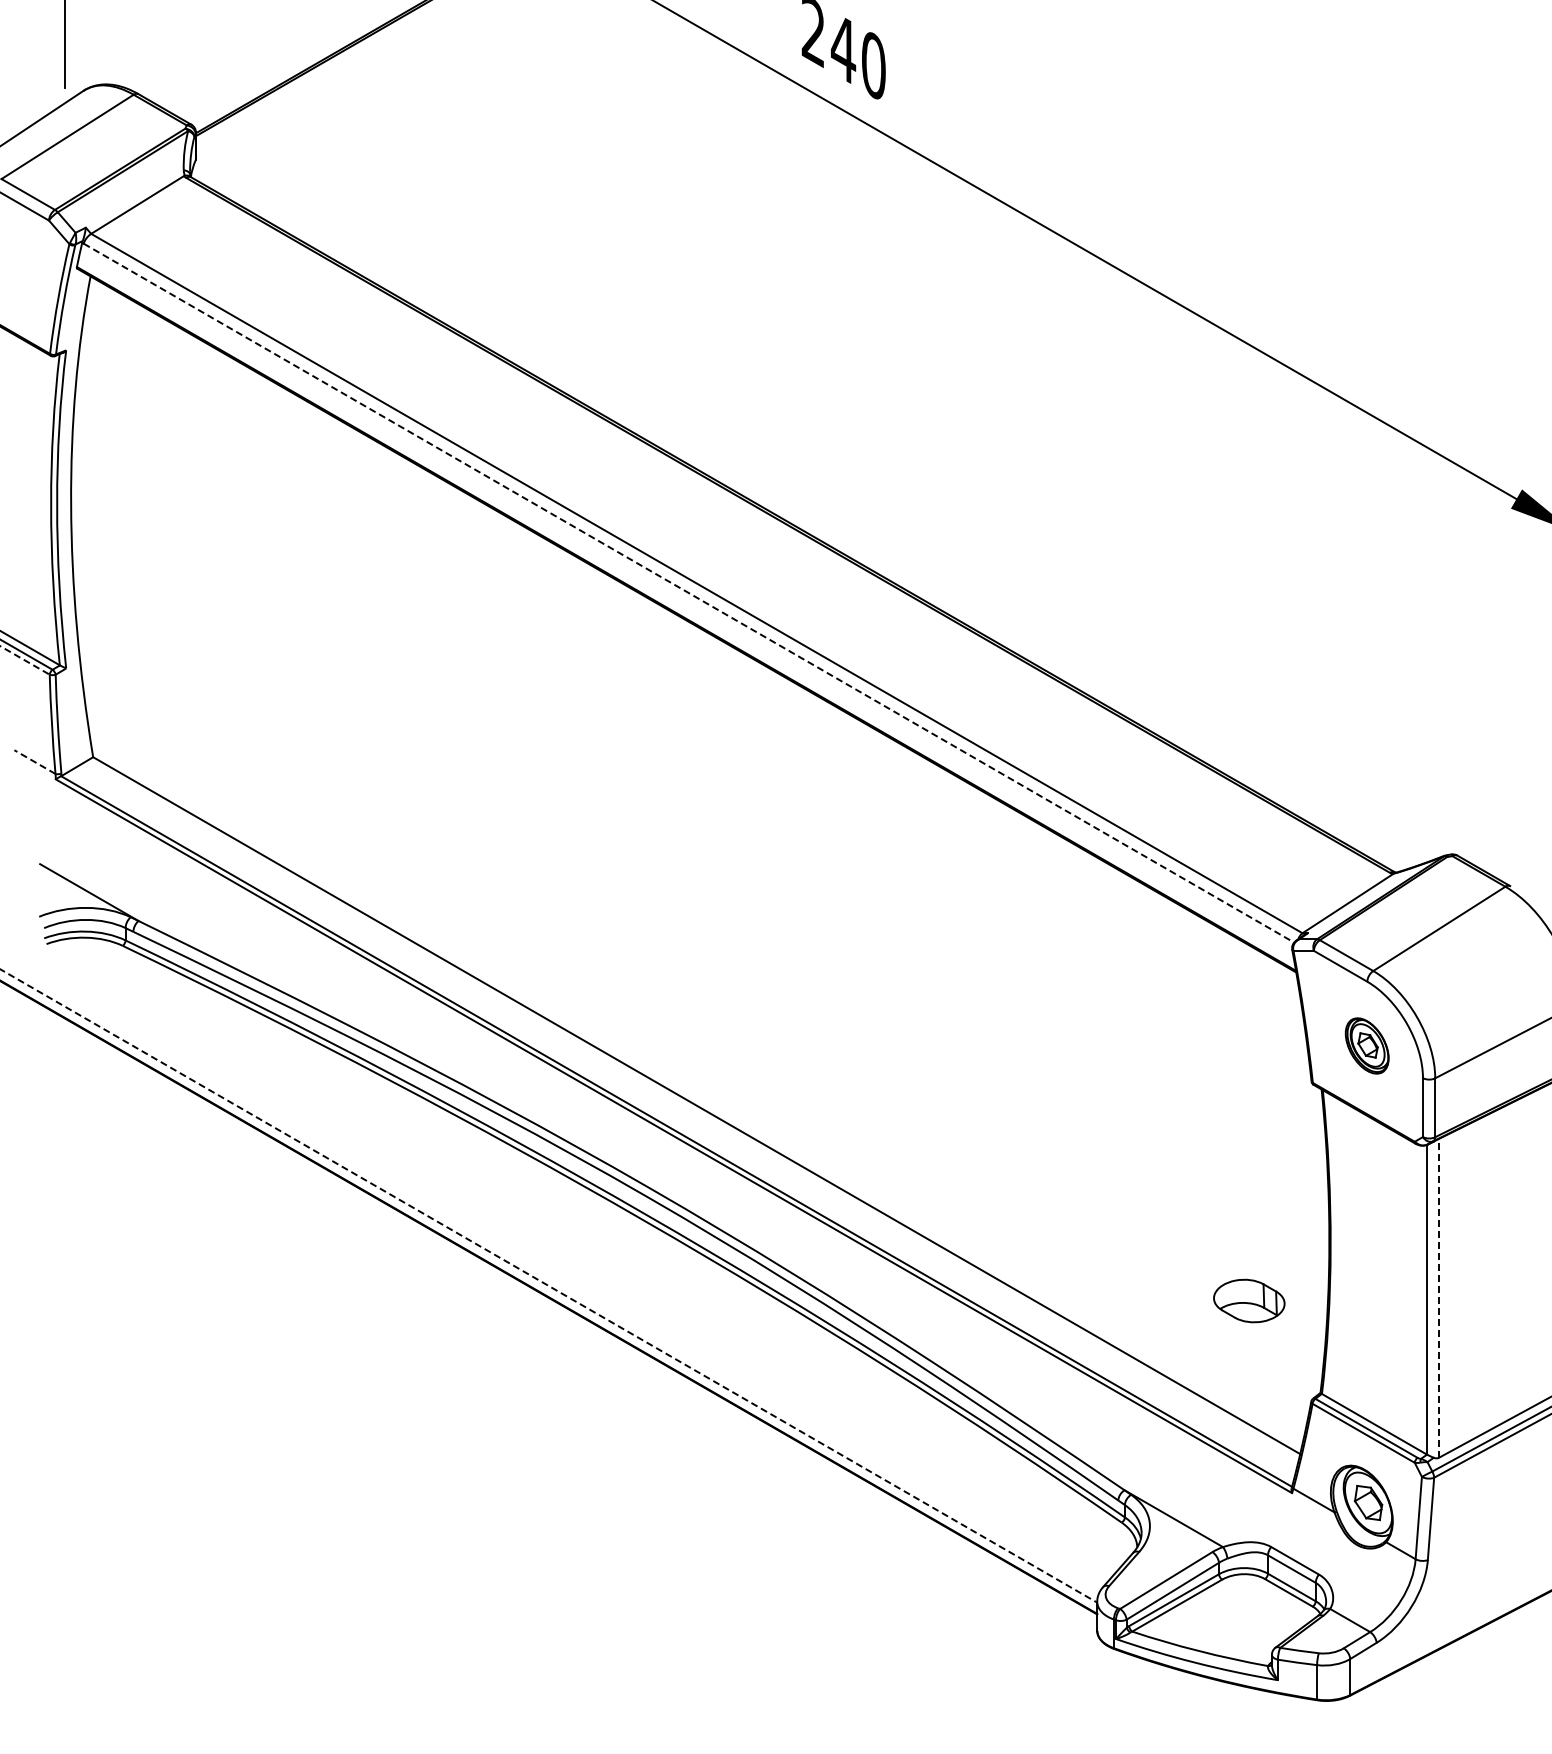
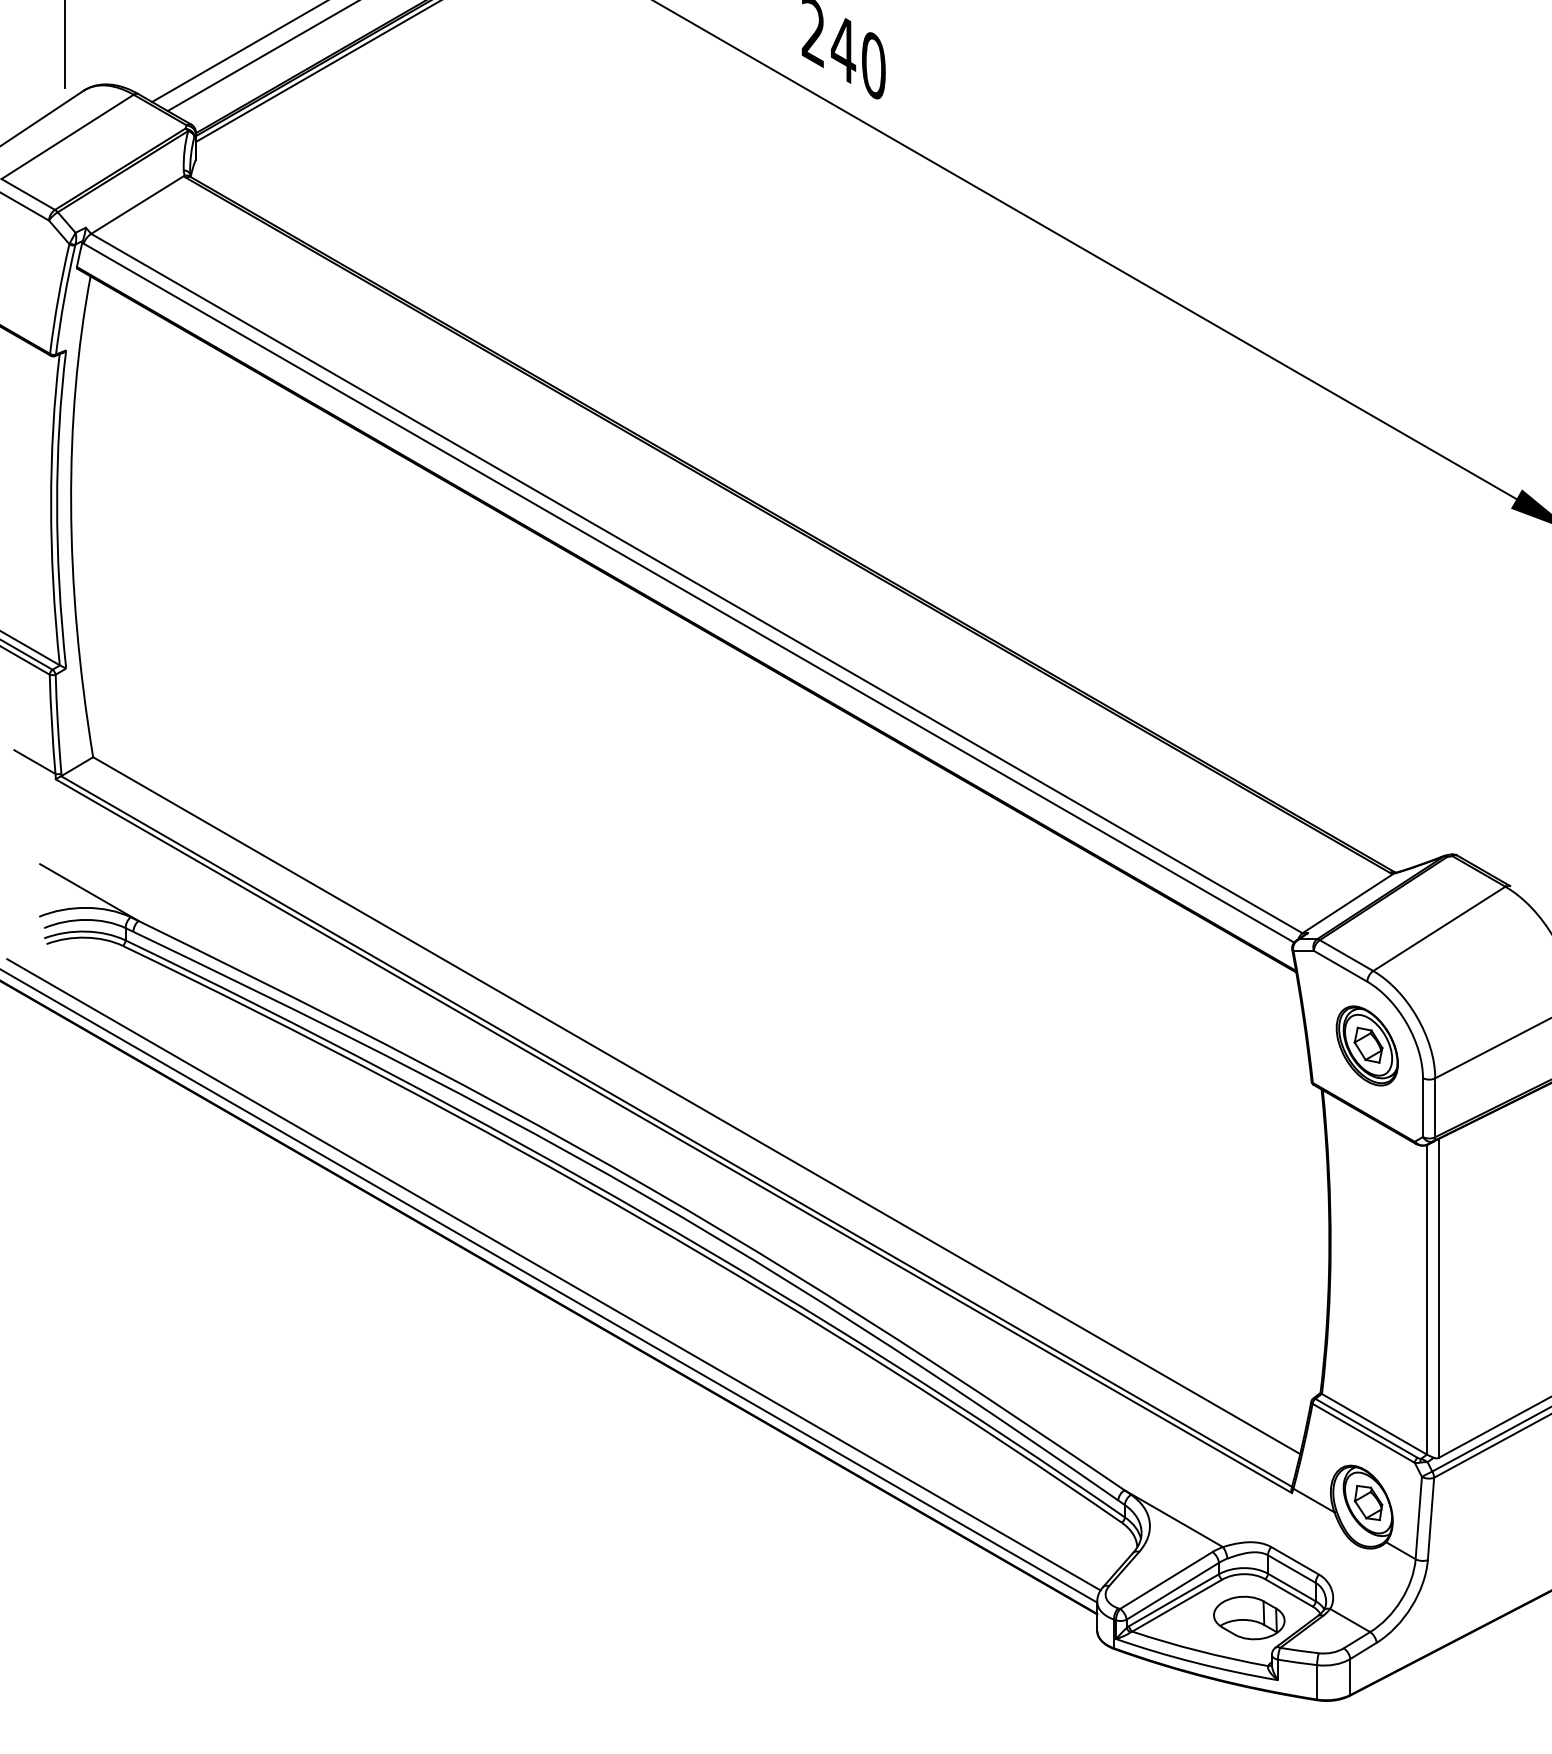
line at (238, 52): none -> present
line at (261, 56): none -> present
line at (316, 72): none -> present
line at (689, 593): dashed -> solid
line at (25, 660): dashed -> solid
line at (34, 762): dashed -> solid
part at (1366, 1045) size: 46x58 px -> 64x82 px
line at (553, 1274): none -> present
line at (549, 1286): dashed -> solid
line at (1438, 1297): dashed -> solid
part at (1249, 1300) position: (1249, 1300) -> (1249, 1617)
